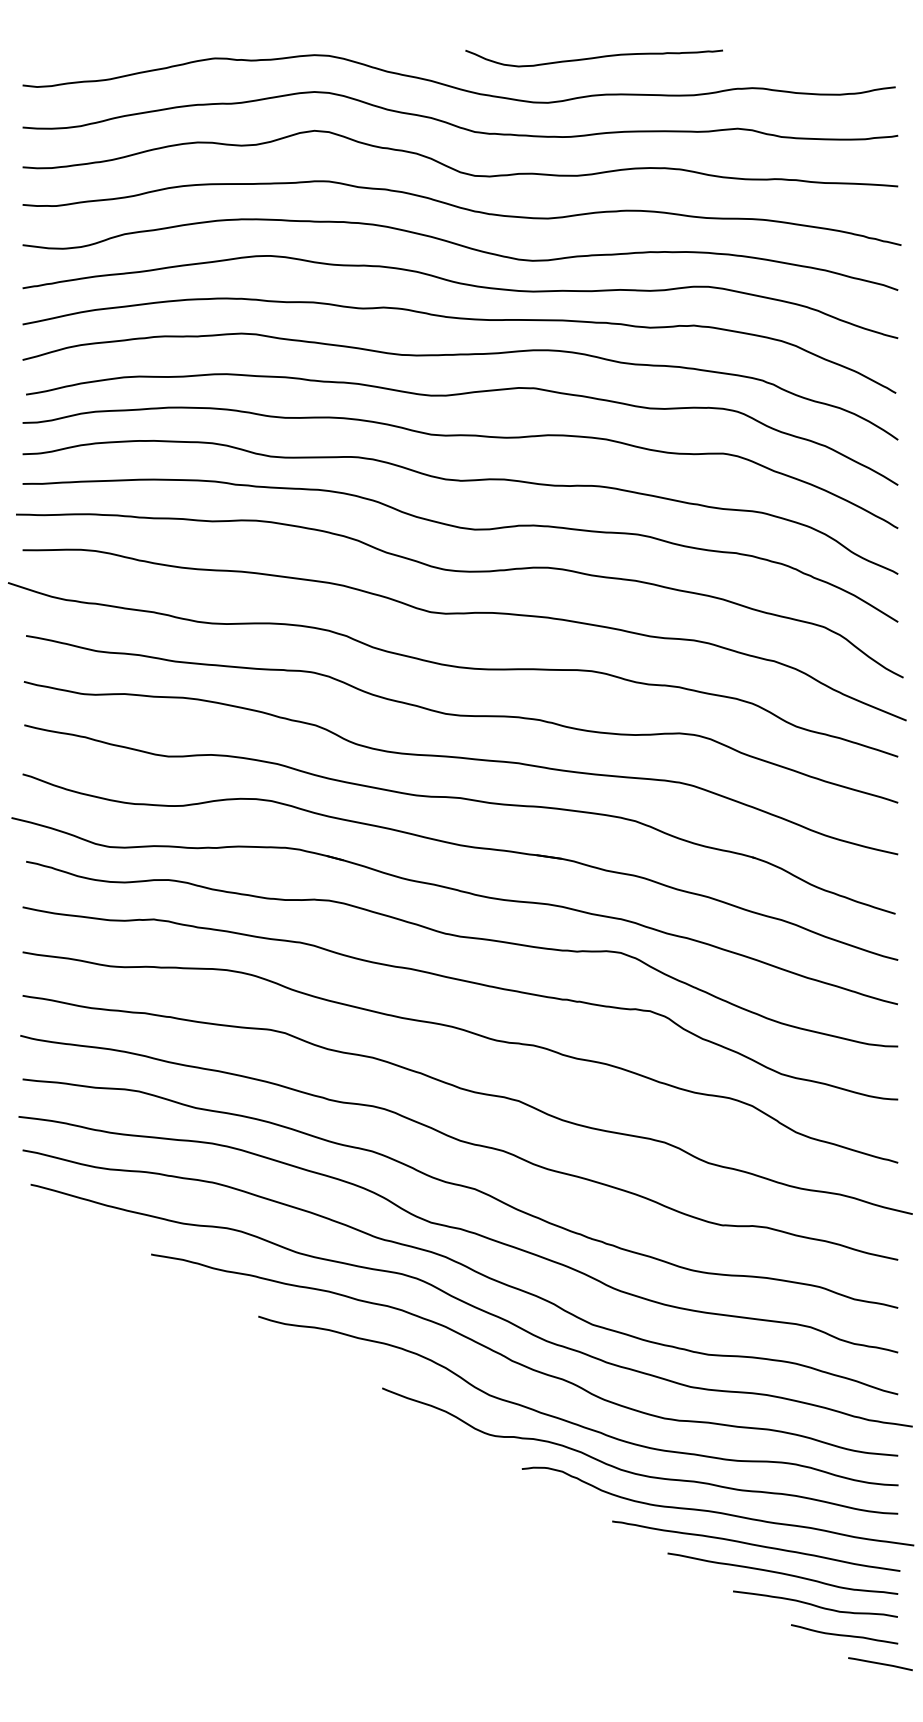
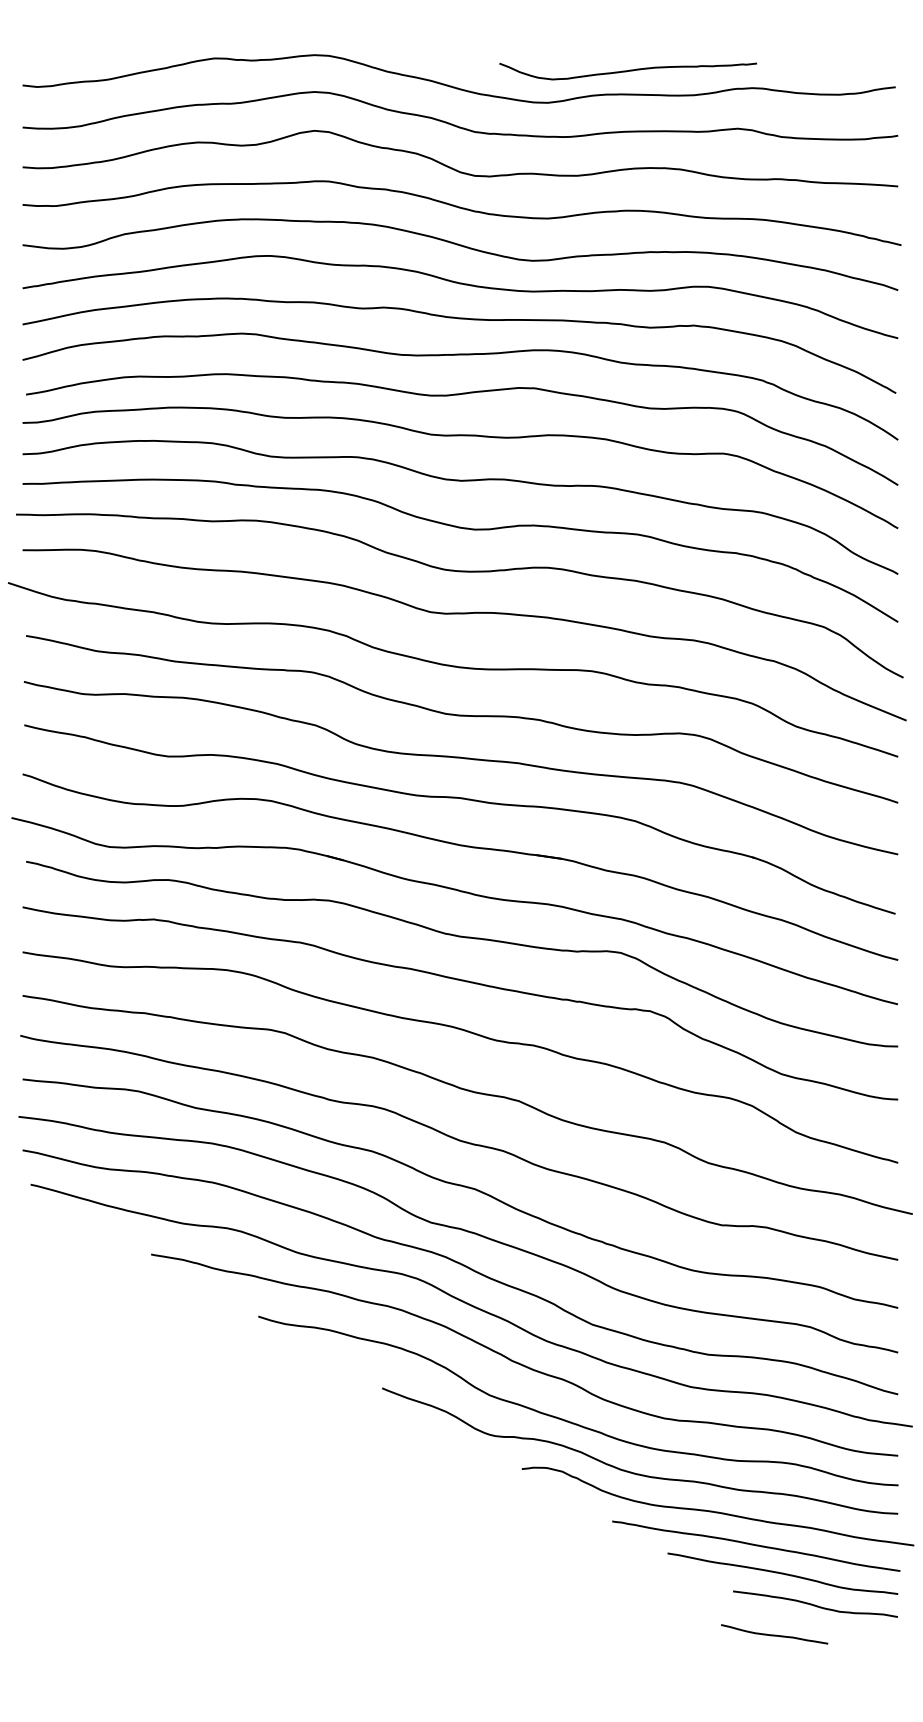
curve at (593, 58) position: (593, 58) -> (627, 71)
curve at (844, 1634) position: (844, 1634) -> (774, 1634)
line at (880, 1664): present -> none
